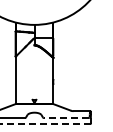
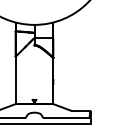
line at (66, 117): dashed -> solid
line at (44, 123): dashed -> solid
